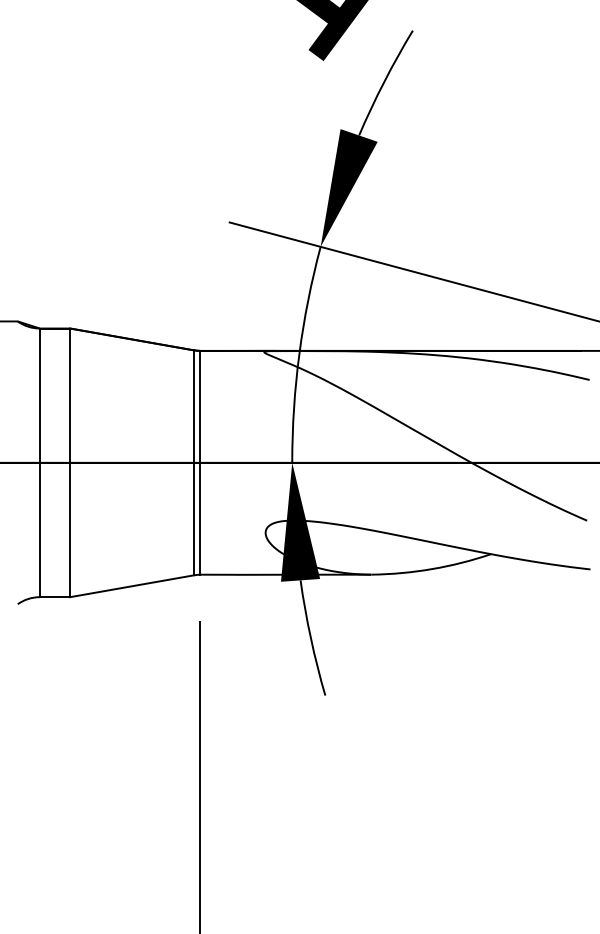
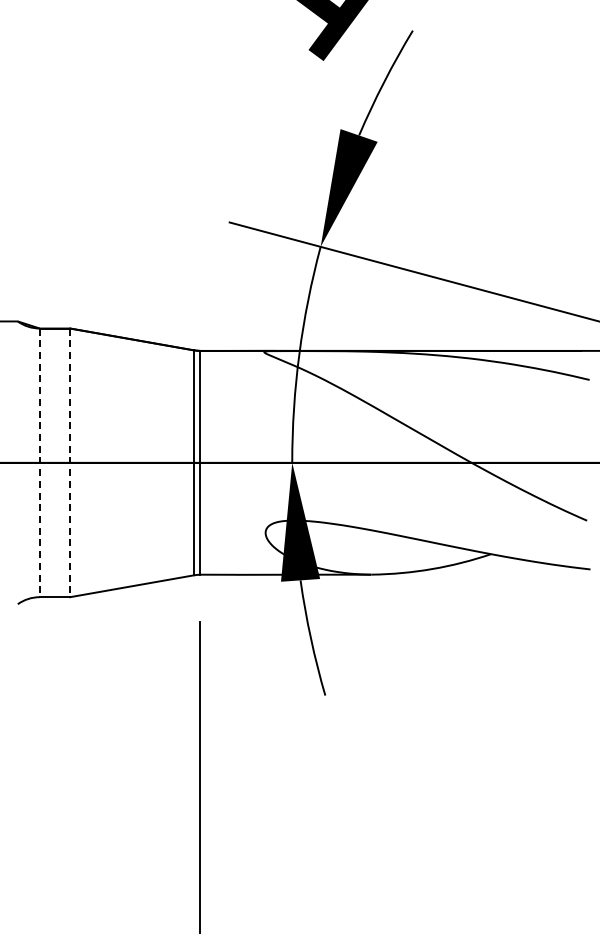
line at (39, 463): solid -> dashed
line at (70, 463): solid -> dashed
